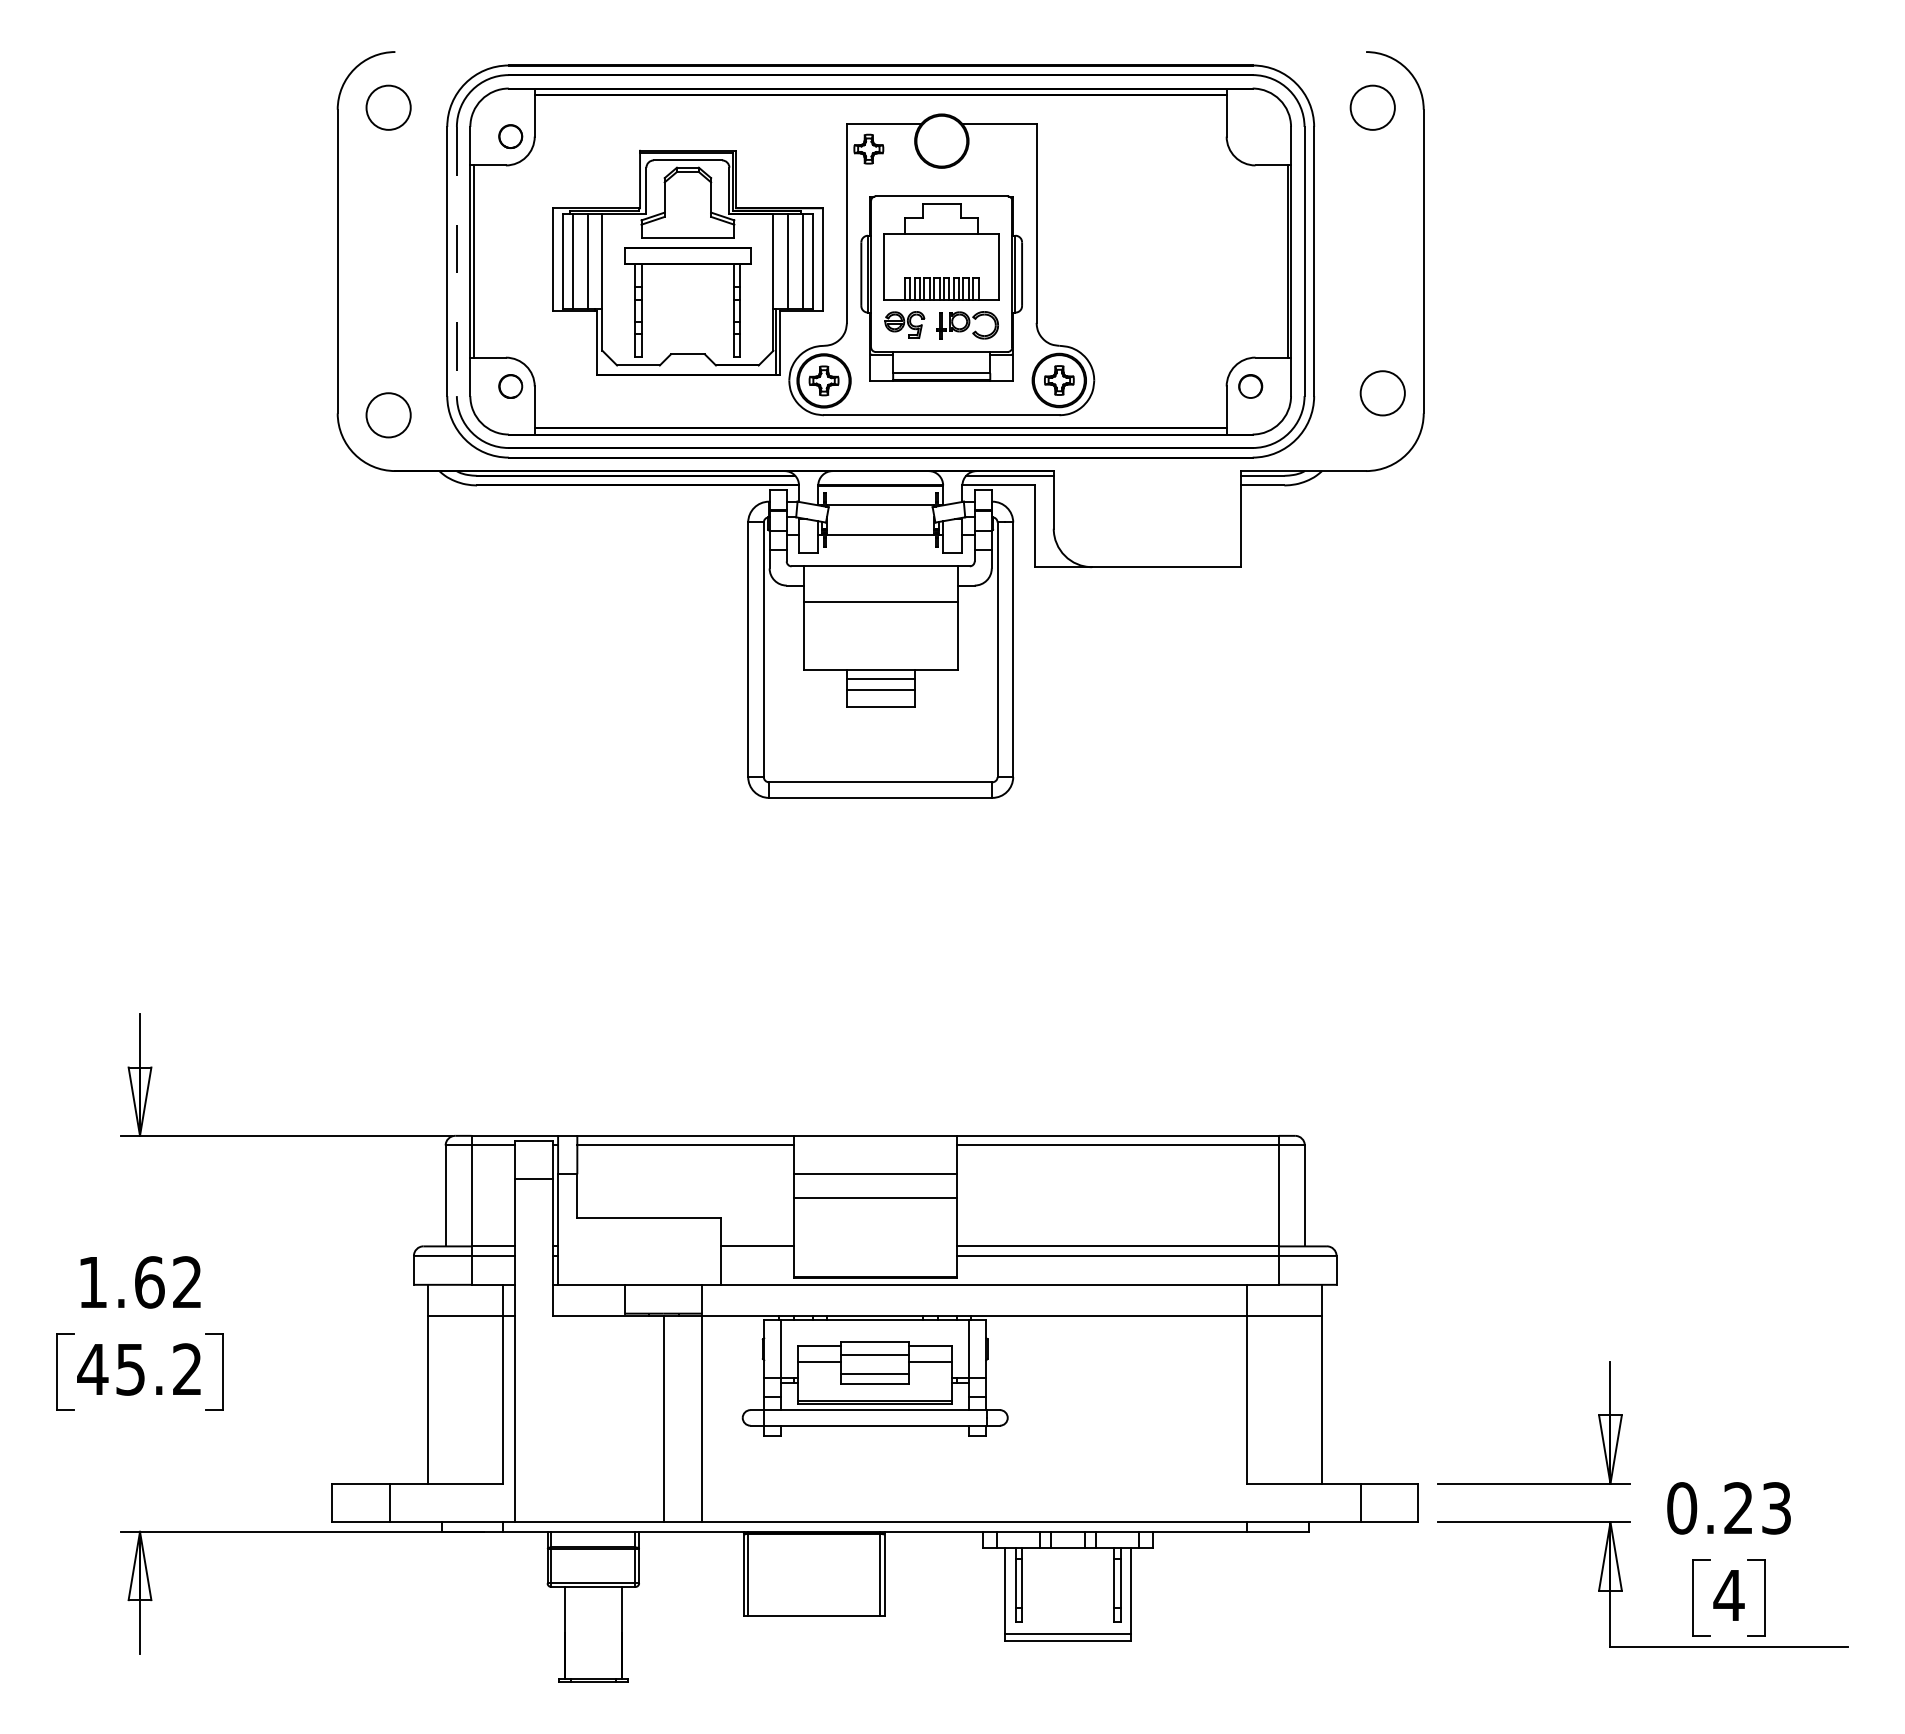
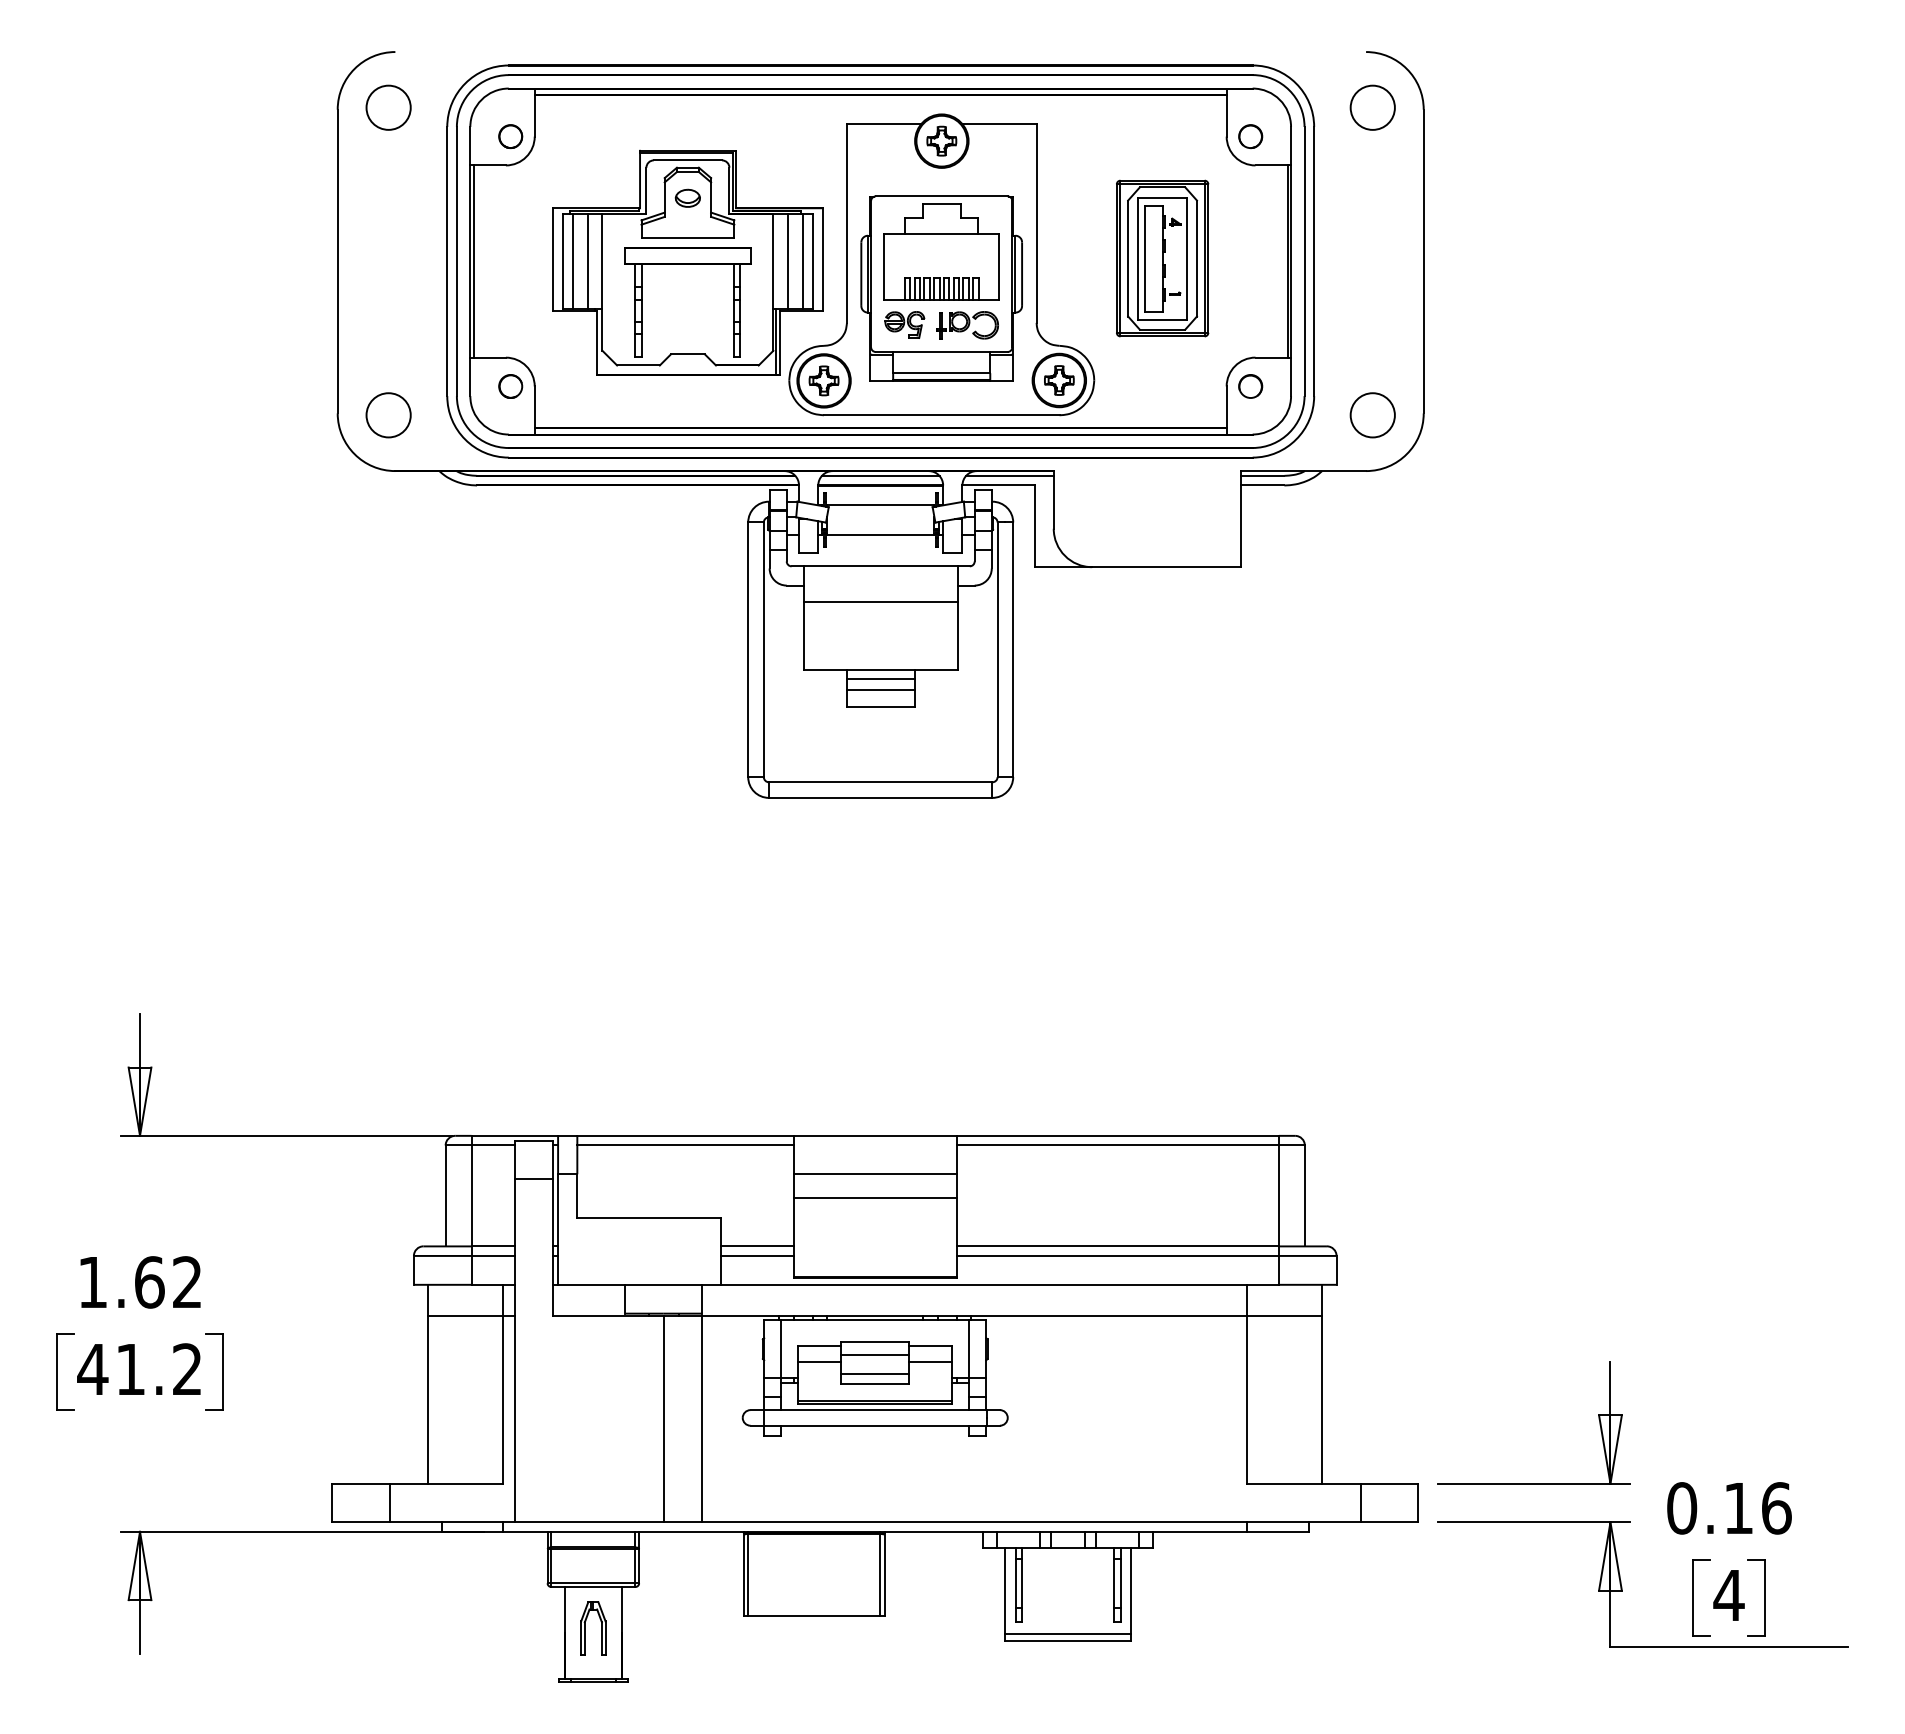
circle at (1250, 136): none -> present
part at (868, 148) position: (868, 148) -> (941, 140)
part at (687, 197): none -> present
part at (1162, 258): none -> present
line at (456, 261): dashed -> solid
circle at (1382, 393) position: (1382, 393) -> (1372, 415)
line at (880, 475): none -> present
line at (757, 1255): none -> present
text at (130, 1369): 45.2 -> 41.2
text at (1757, 1508): 0.23 -> 0.16
part at (585, 1628): none -> present
